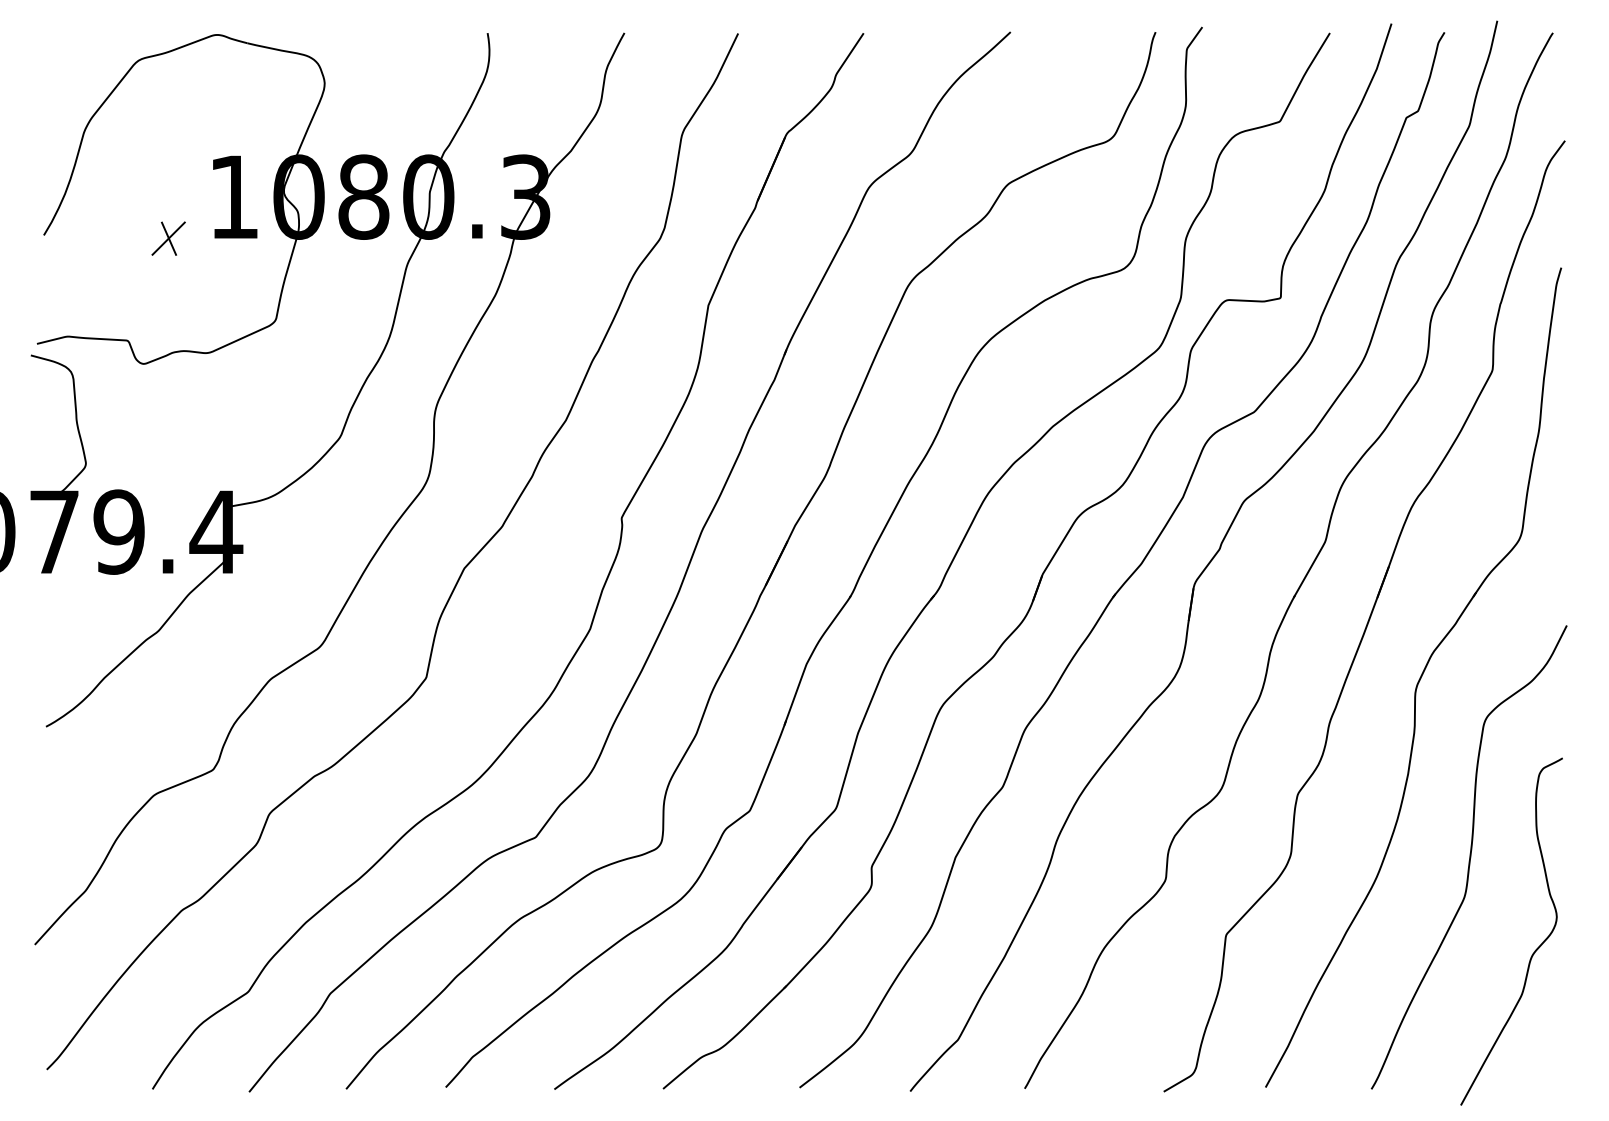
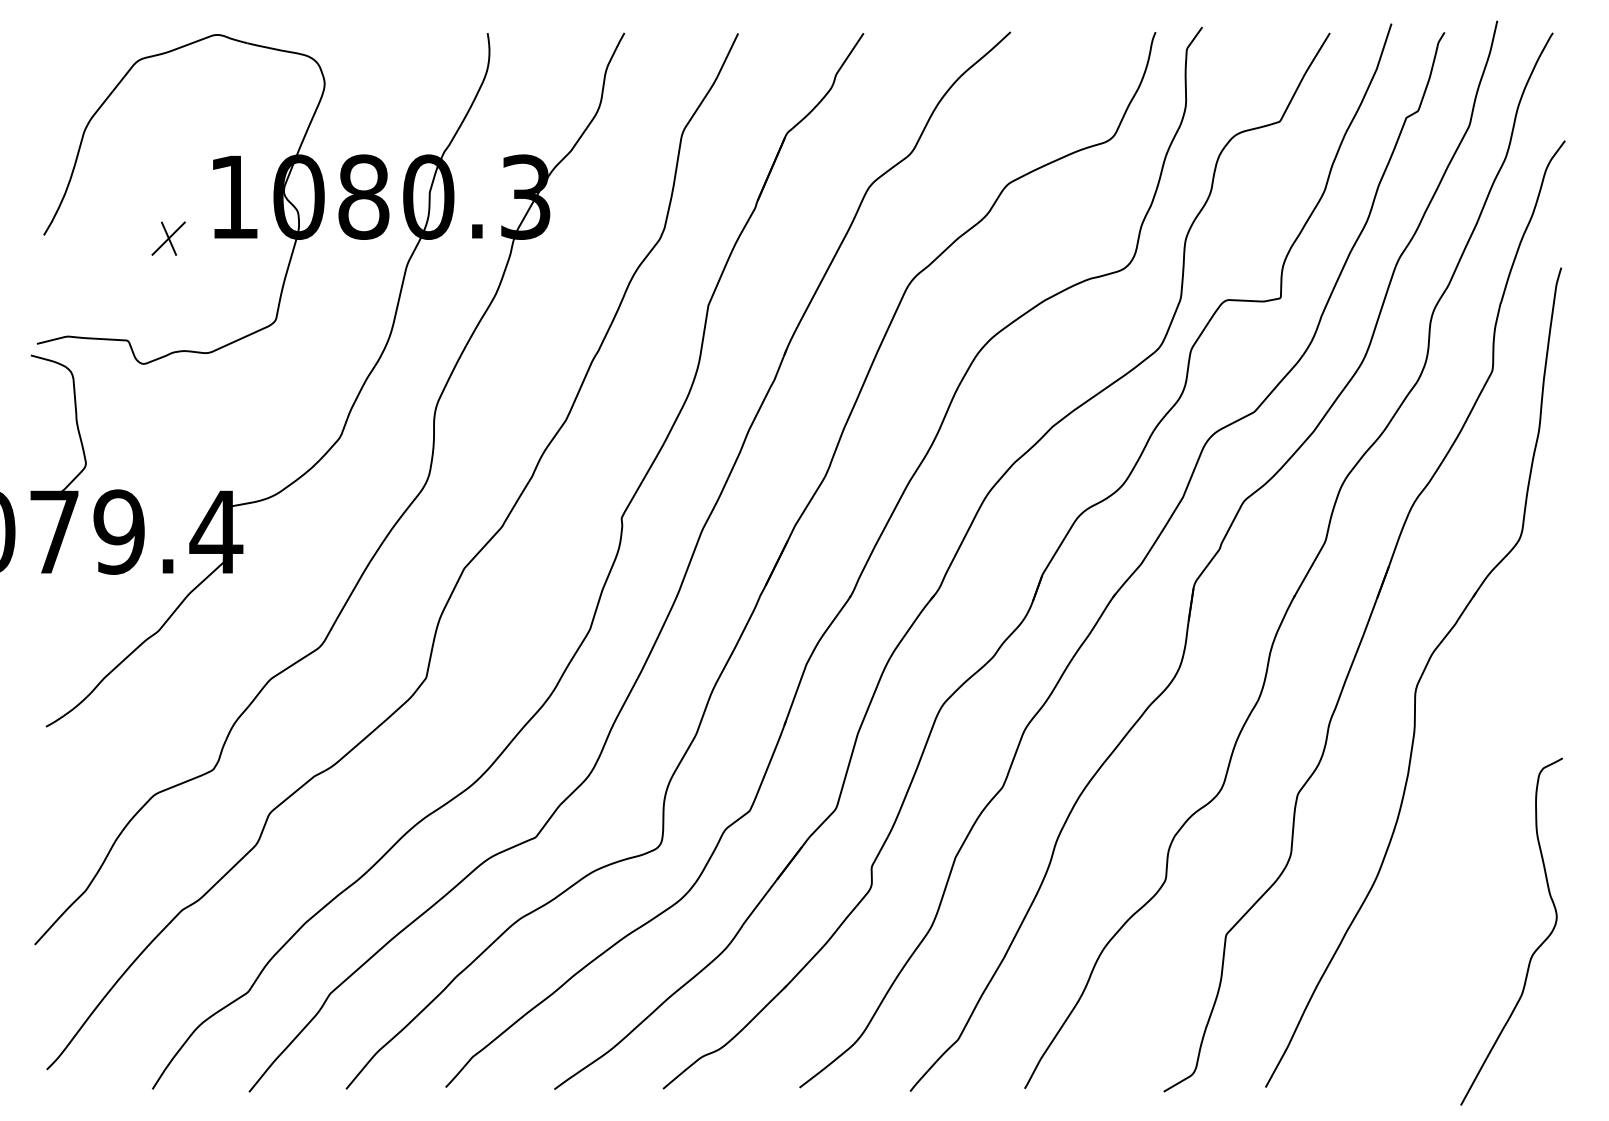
curve at (1469, 857): present -> none
